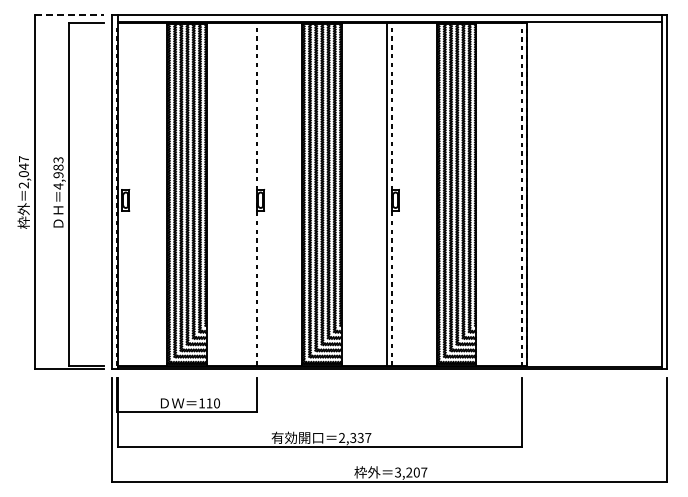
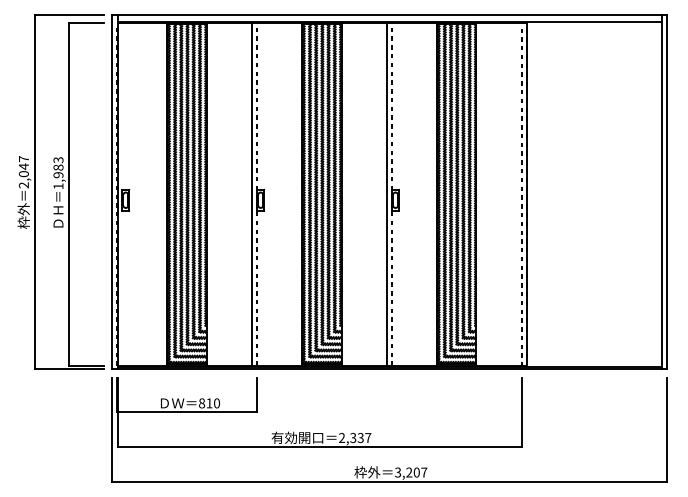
line at (69, 15): dashed -> solid
text at (58, 186): 4,983 -> 1,983
line at (251, 193): none -> present
text at (202, 403): 110 -> 810
